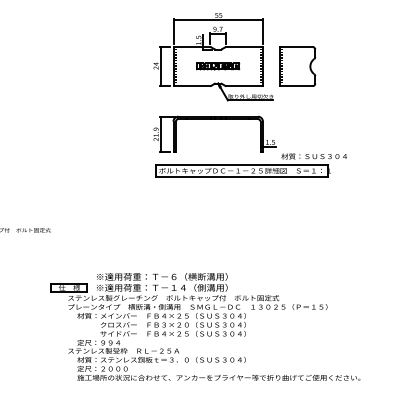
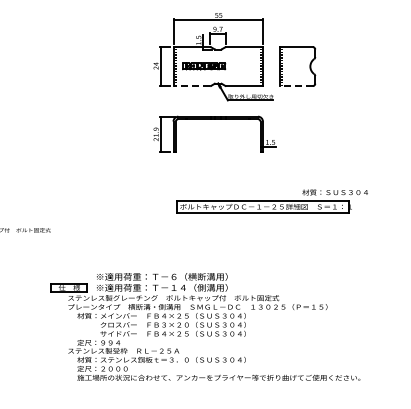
part at (218, 66) position: (218, 66) -> (204, 66)
line at (191, 86): solid -> dashed
line at (296, 86): solid -> dashed
part at (250, 165) position: (250, 165) -> (271, 201)
